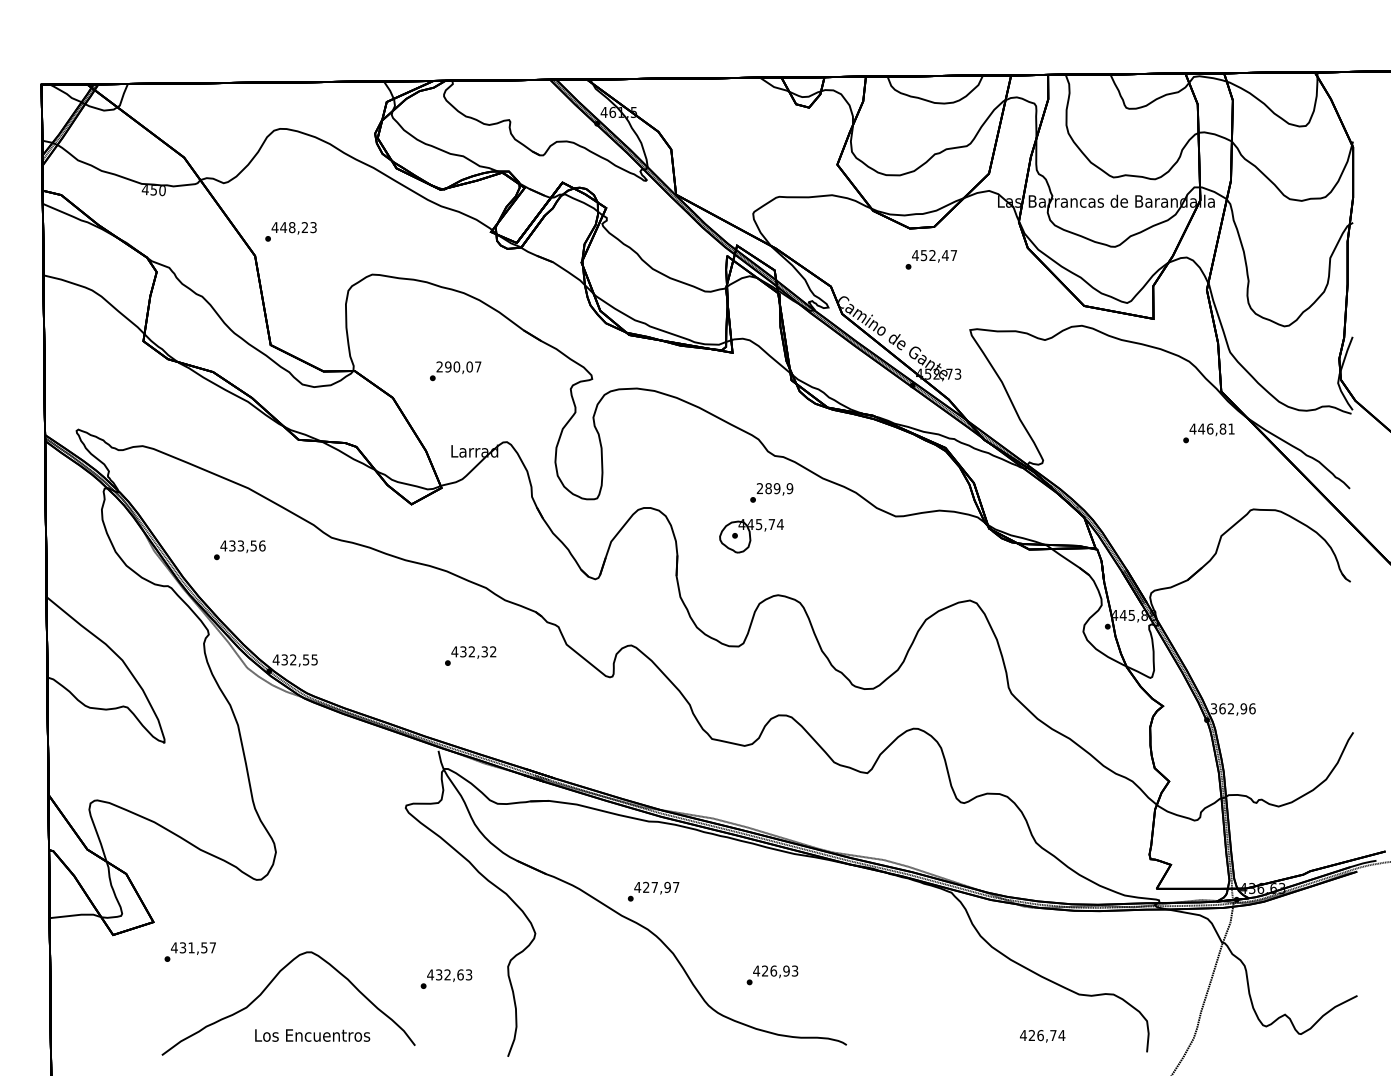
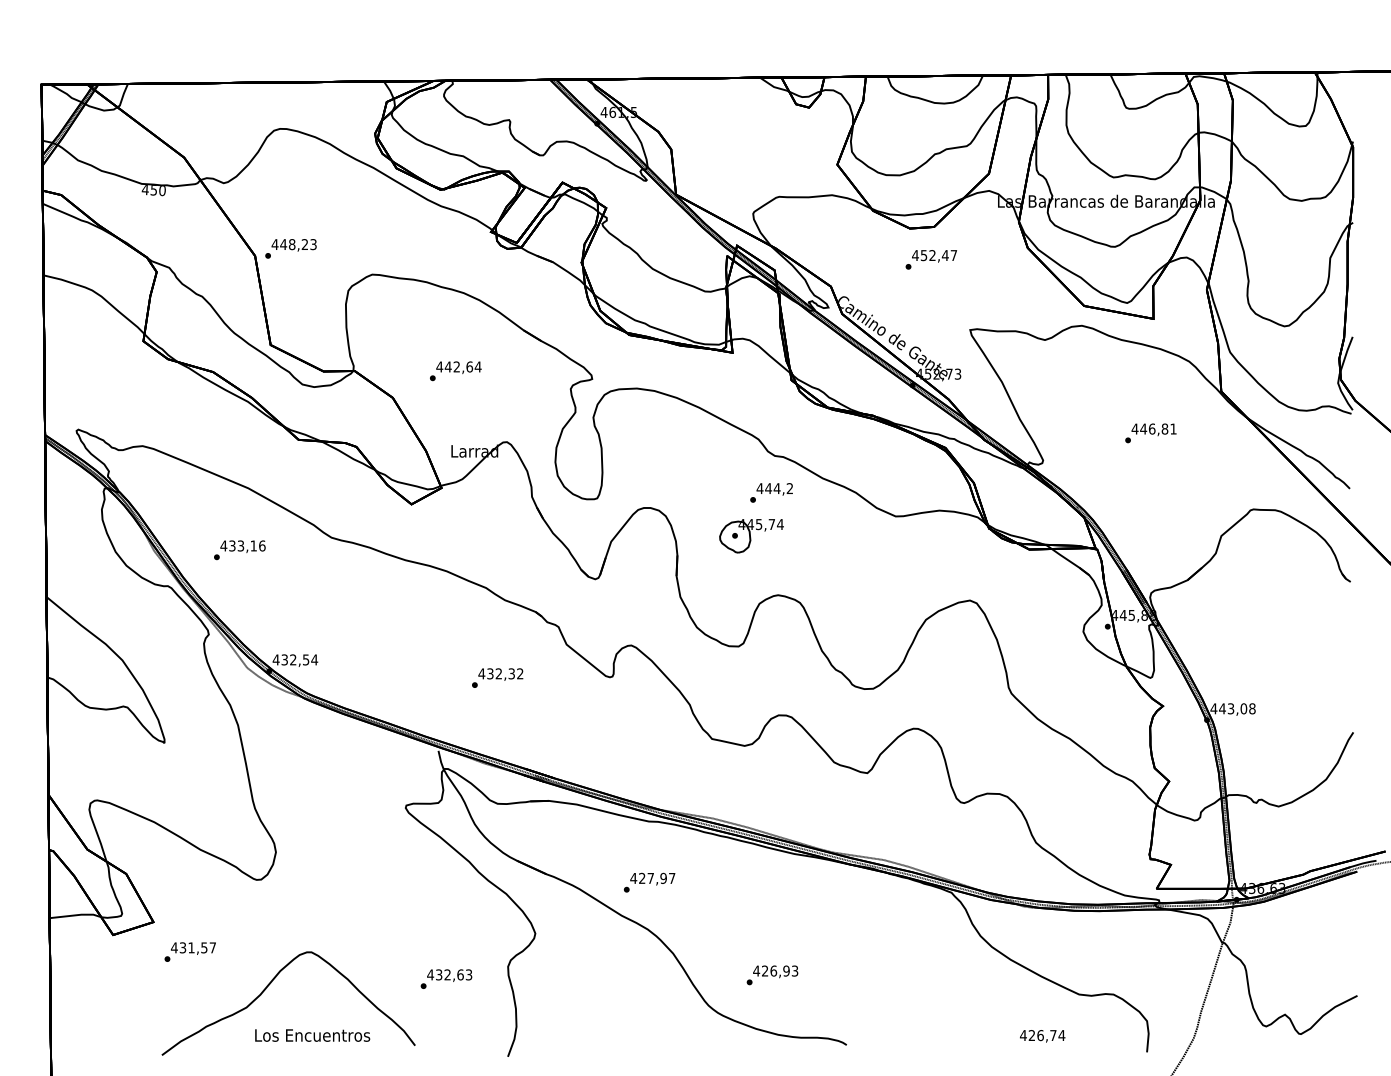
text at (290, 231) position: (290, 231) -> (290, 248)
text at (458, 366): 290,07 -> 442,64
text at (1208, 433) position: (1208, 433) -> (1150, 433)
text at (774, 488): 289,9 -> 444,2
text at (253, 545): 433,56 -> 433,16
text at (470, 655) position: (470, 655) -> (497, 677)
text at (314, 659): 432,55 -> 432,54
text at (1232, 708): 362,96 -> 443,08
text at (653, 891) position: (653, 891) -> (649, 882)
